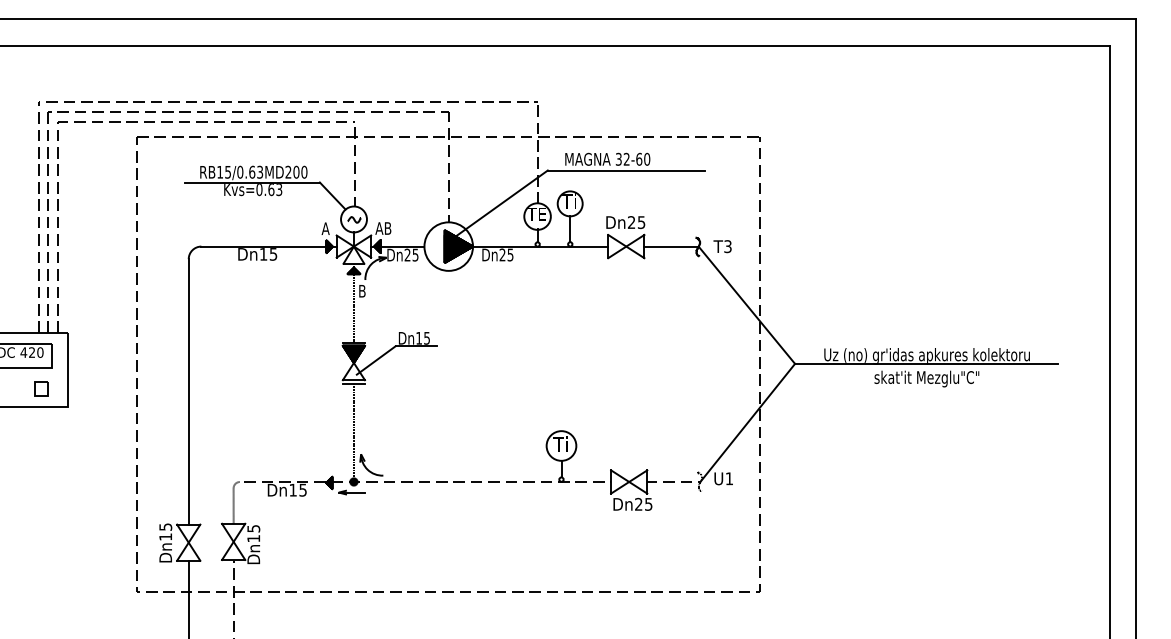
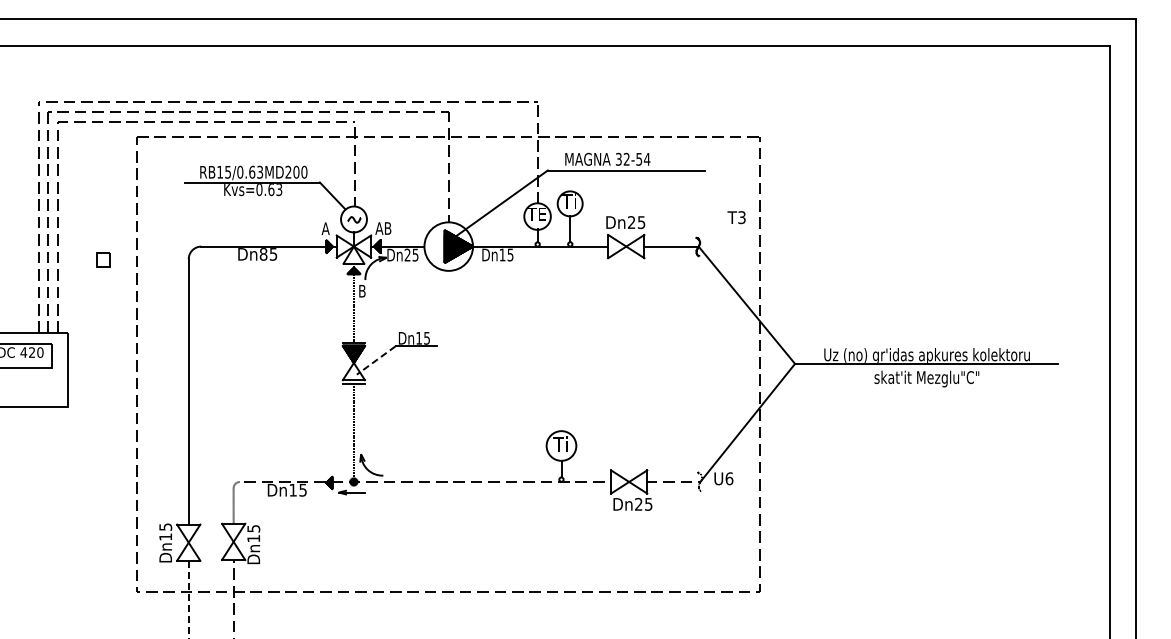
text at (643, 158): 32-60 -> 32-54
text at (722, 246) position: (722, 246) -> (736, 217)
text at (263, 254): Dn15 -> Dn85
text at (502, 254): Dn25 -> Dn15
line at (376, 360): solid -> dashed
part at (41, 388) position: (41, 388) -> (103, 259)
text at (729, 478): U1 -> U6
line at (188, 599): solid -> dashed
